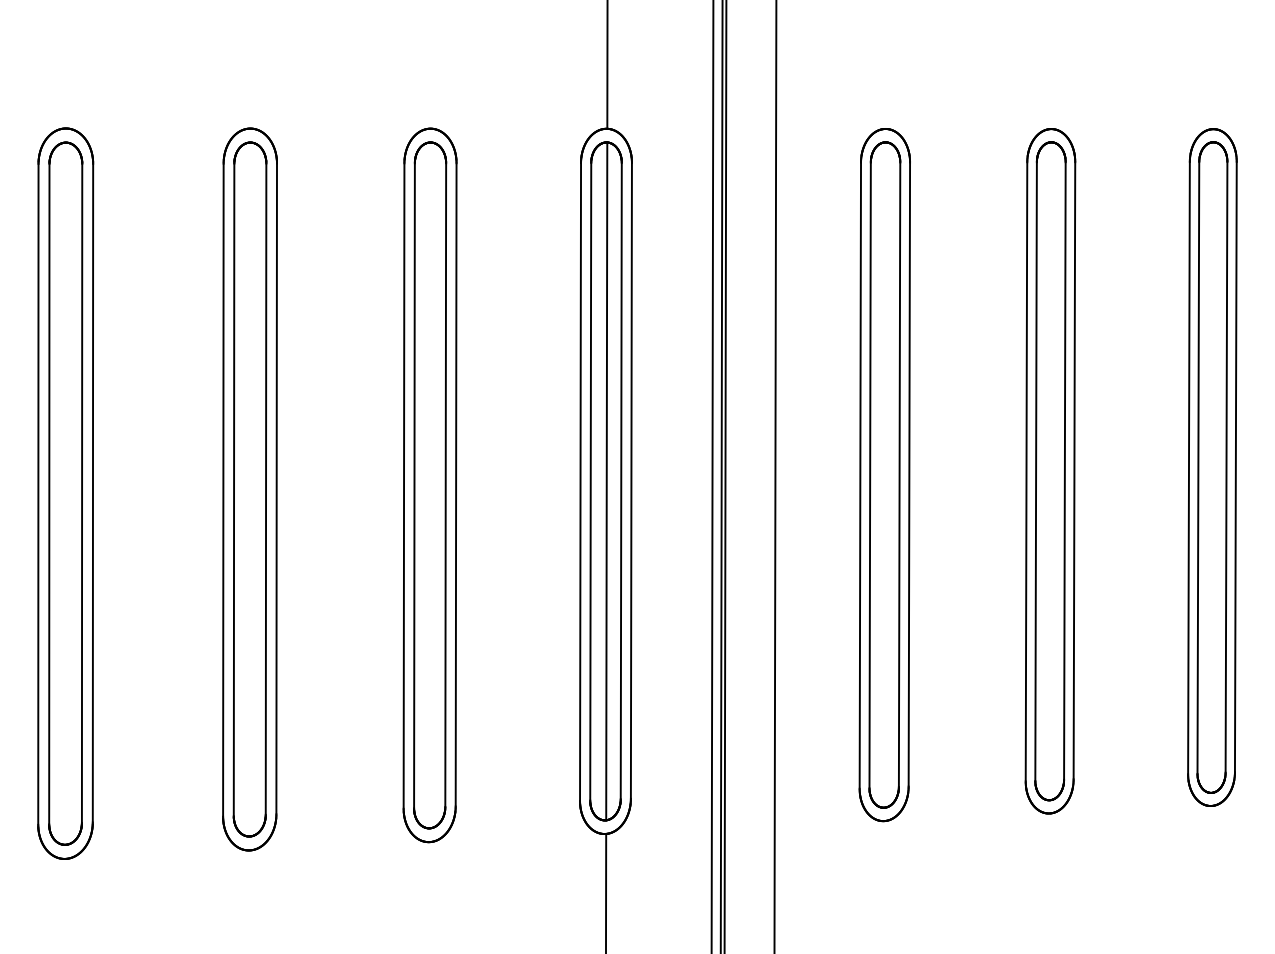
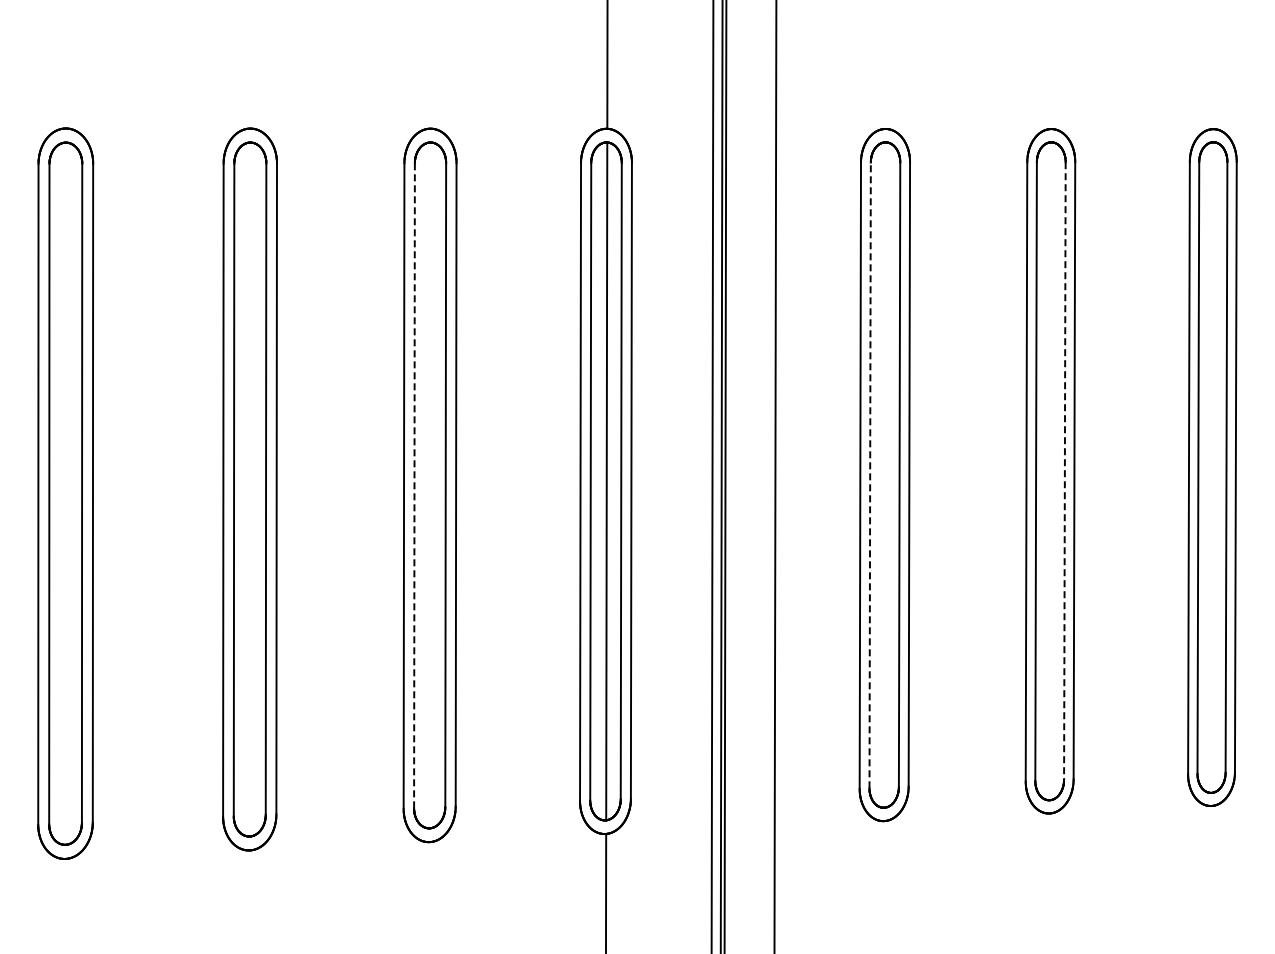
line at (1064, 470): solid -> dashed
line at (870, 475): solid -> dashed
line at (414, 485): solid -> dashed
